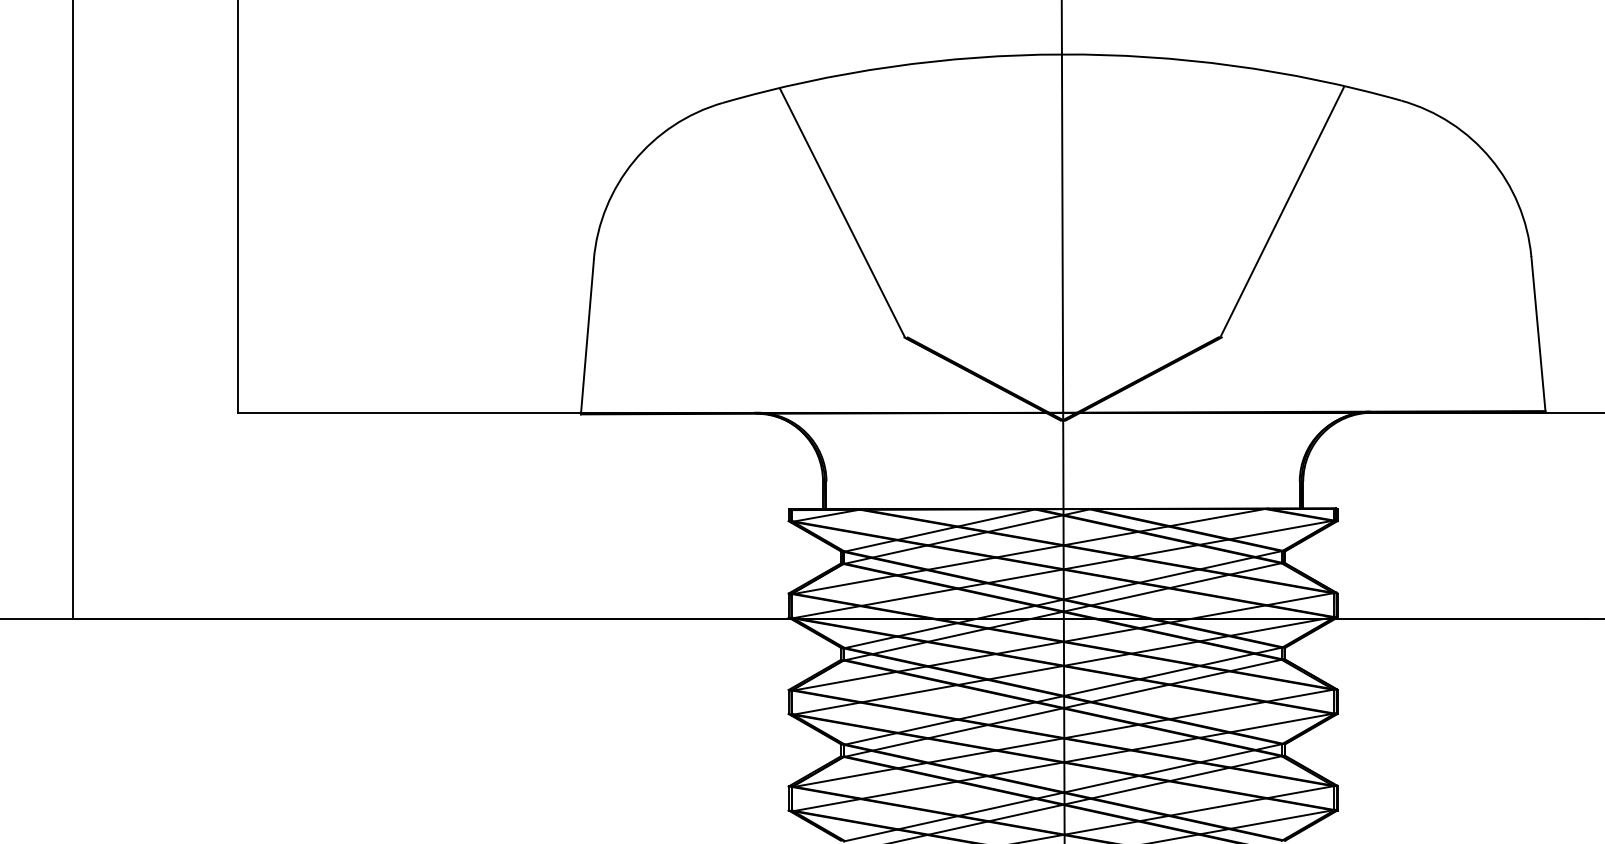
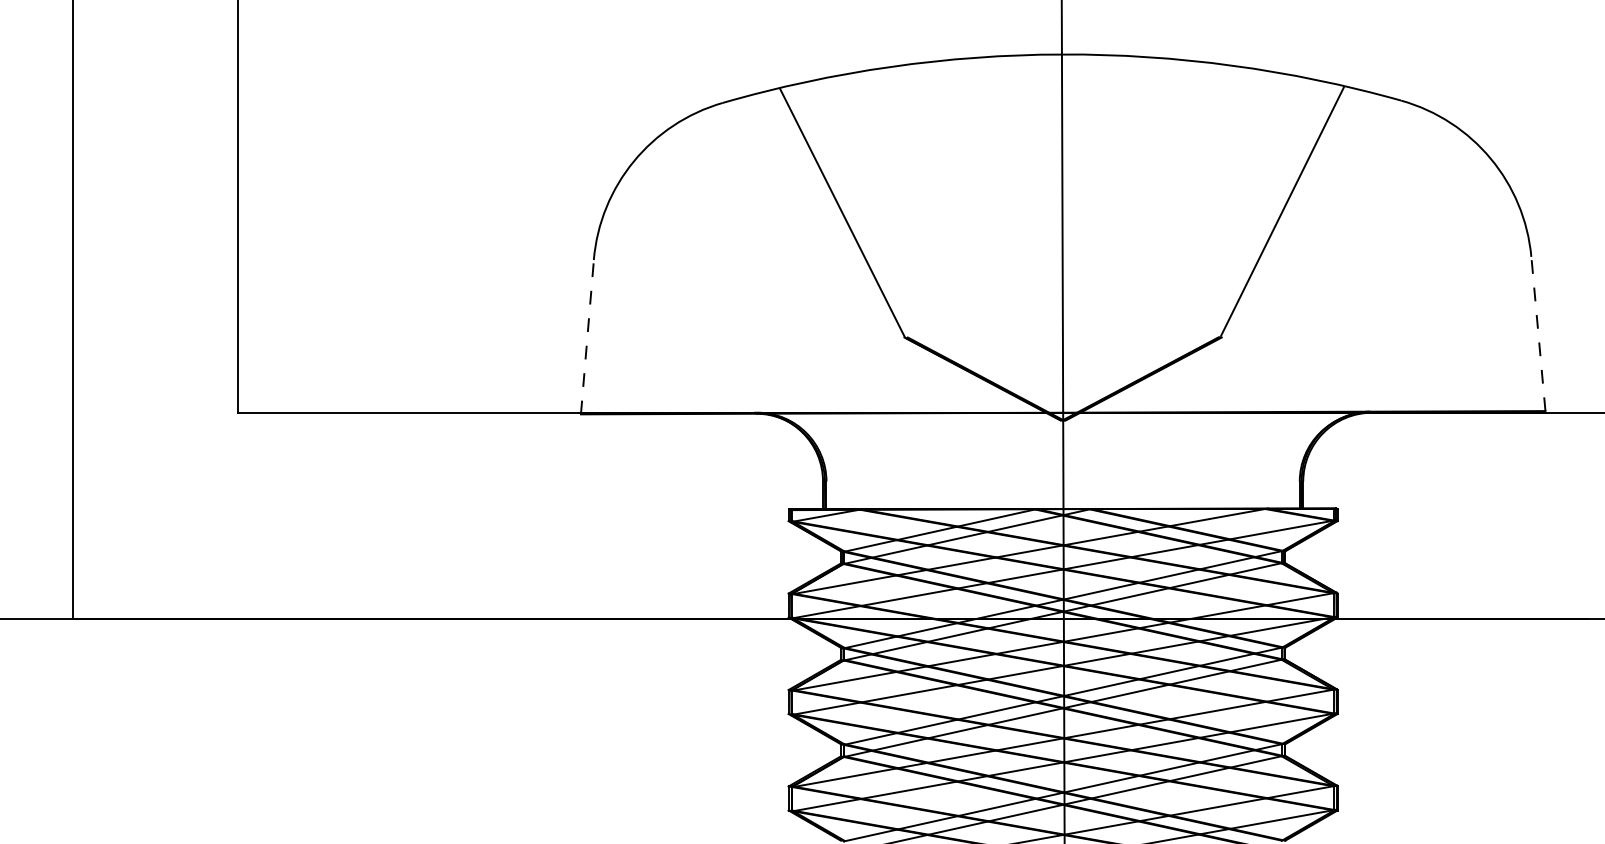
line at (1538, 333): solid -> dashed
line at (587, 336): solid -> dashed
